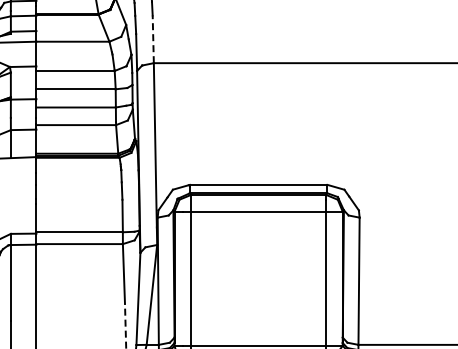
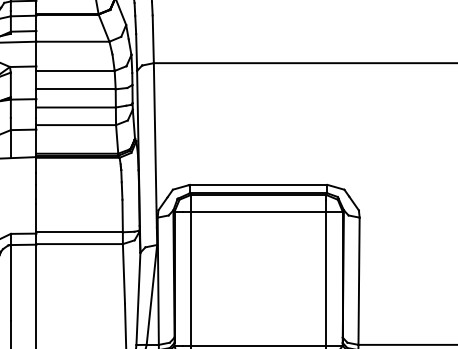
line at (153, 39): dashed -> solid
line at (125, 325): dashed -> solid
